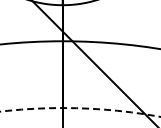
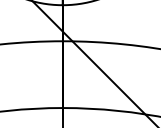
circle at (80, 112): dashed -> solid
